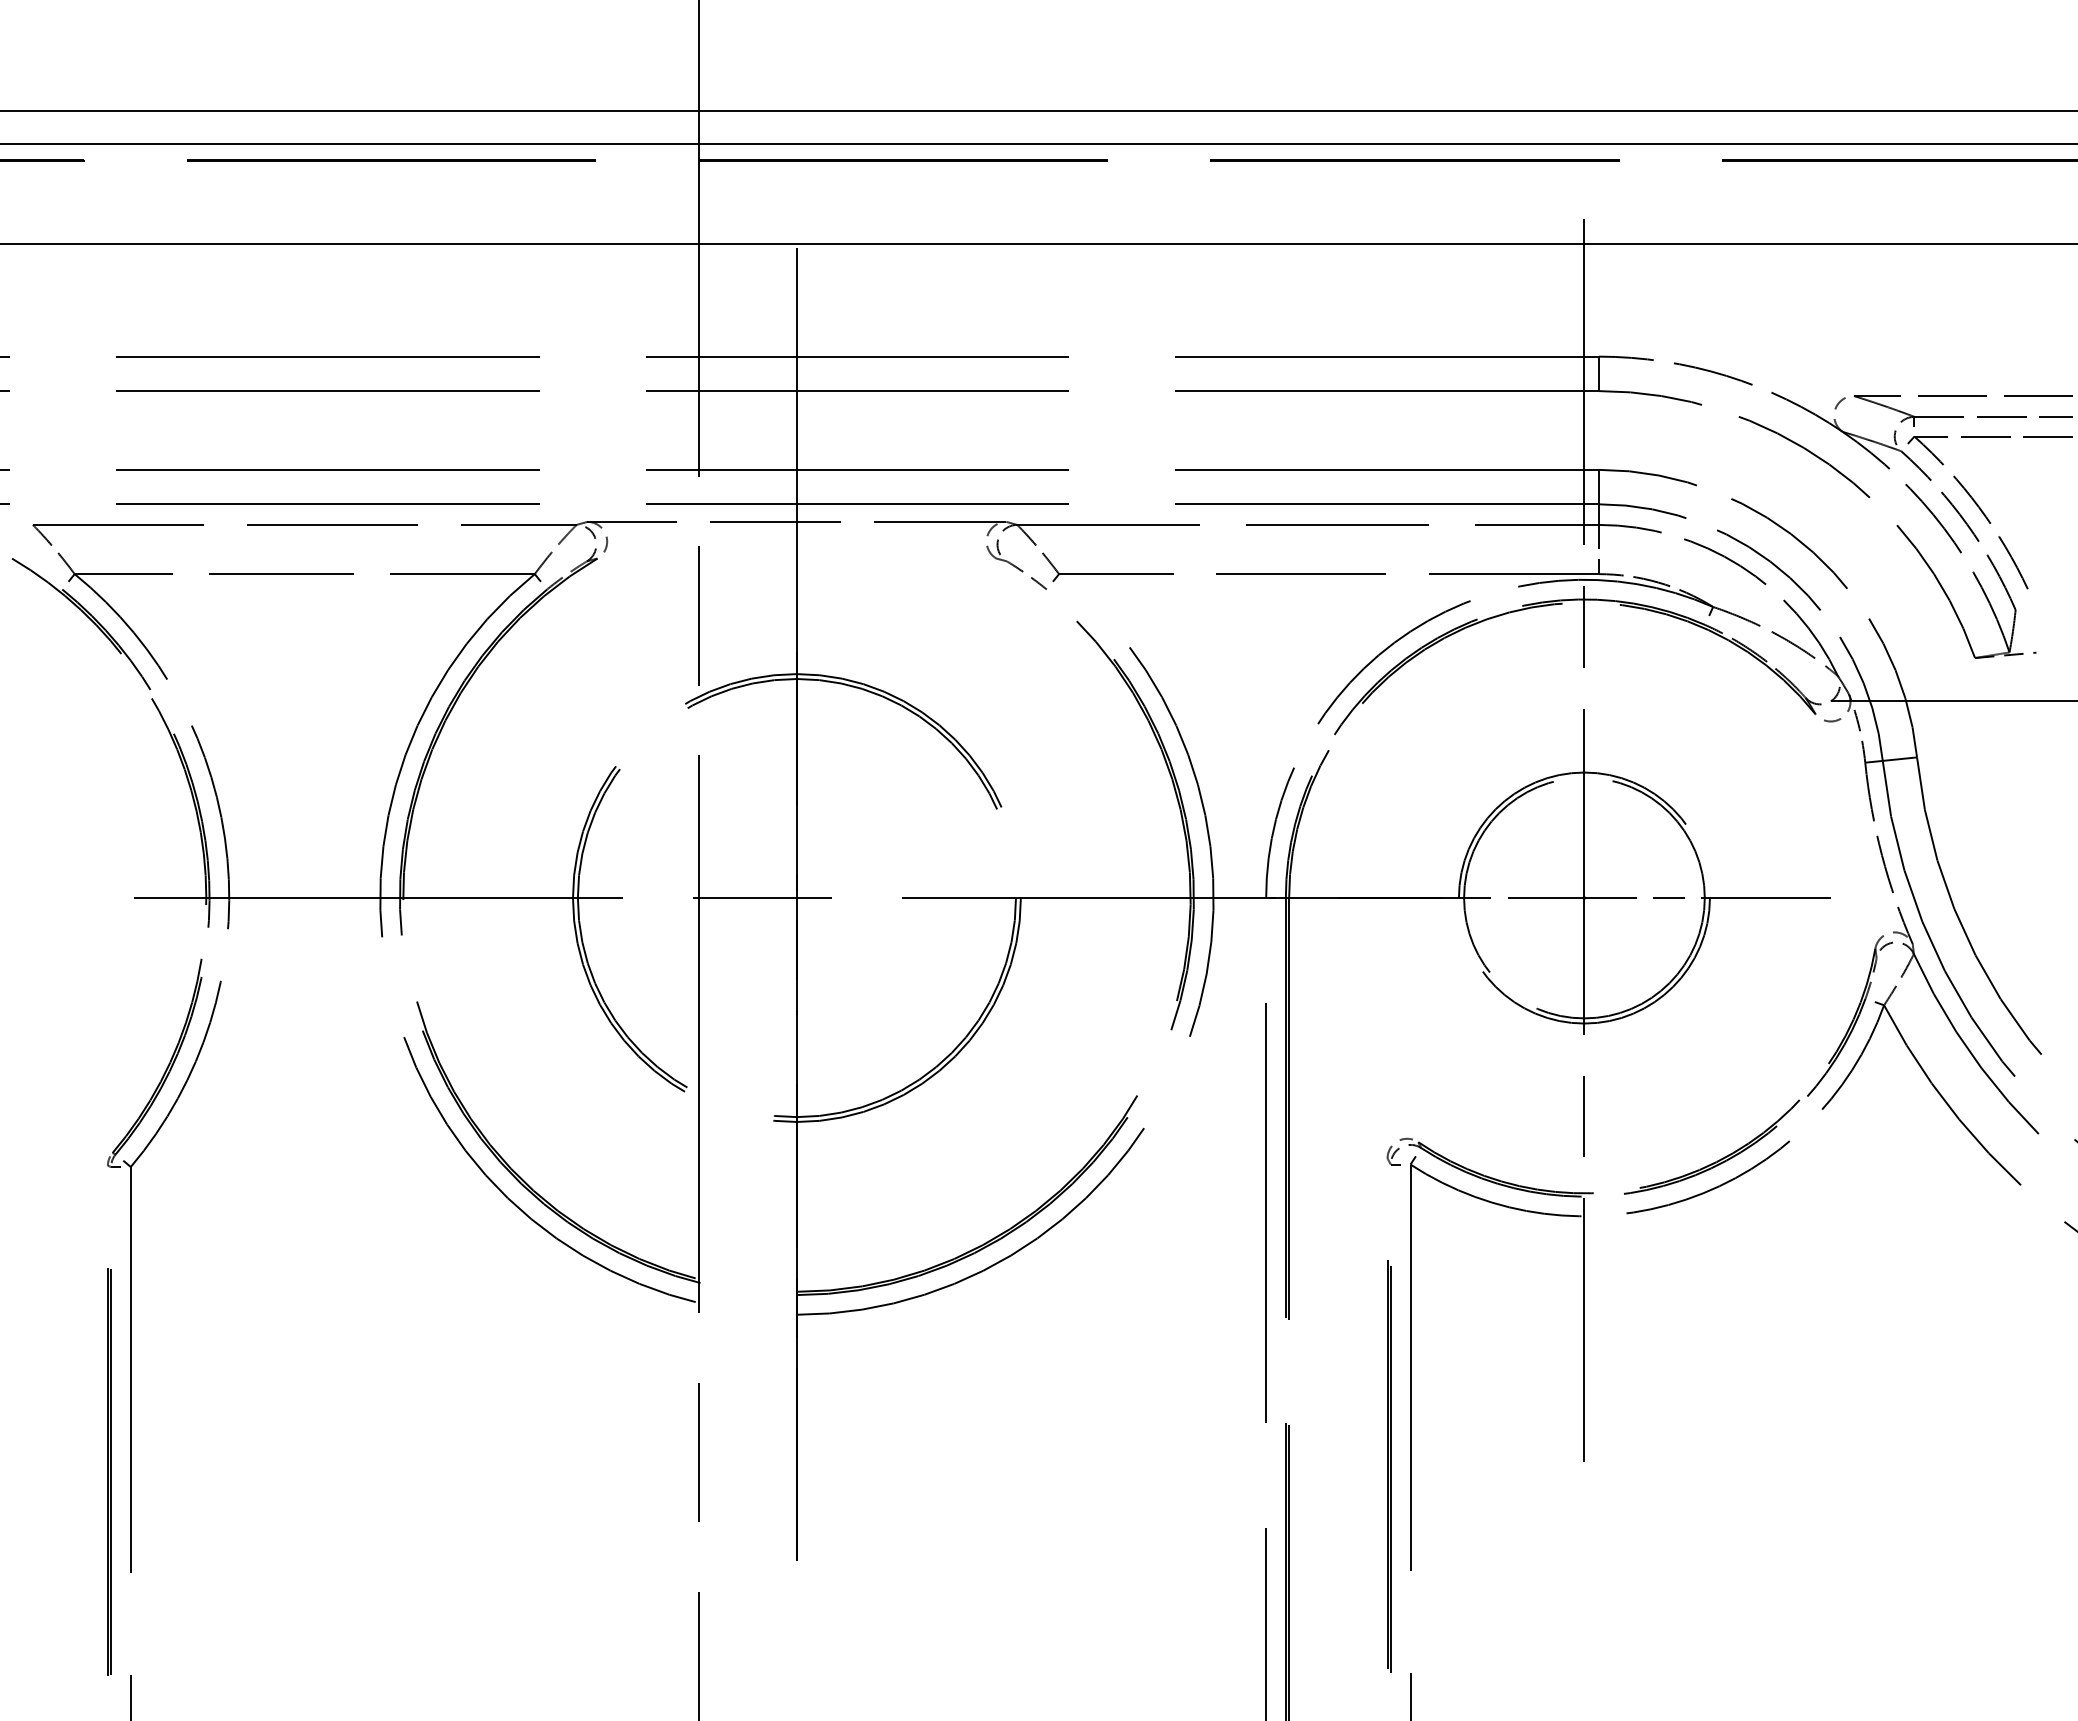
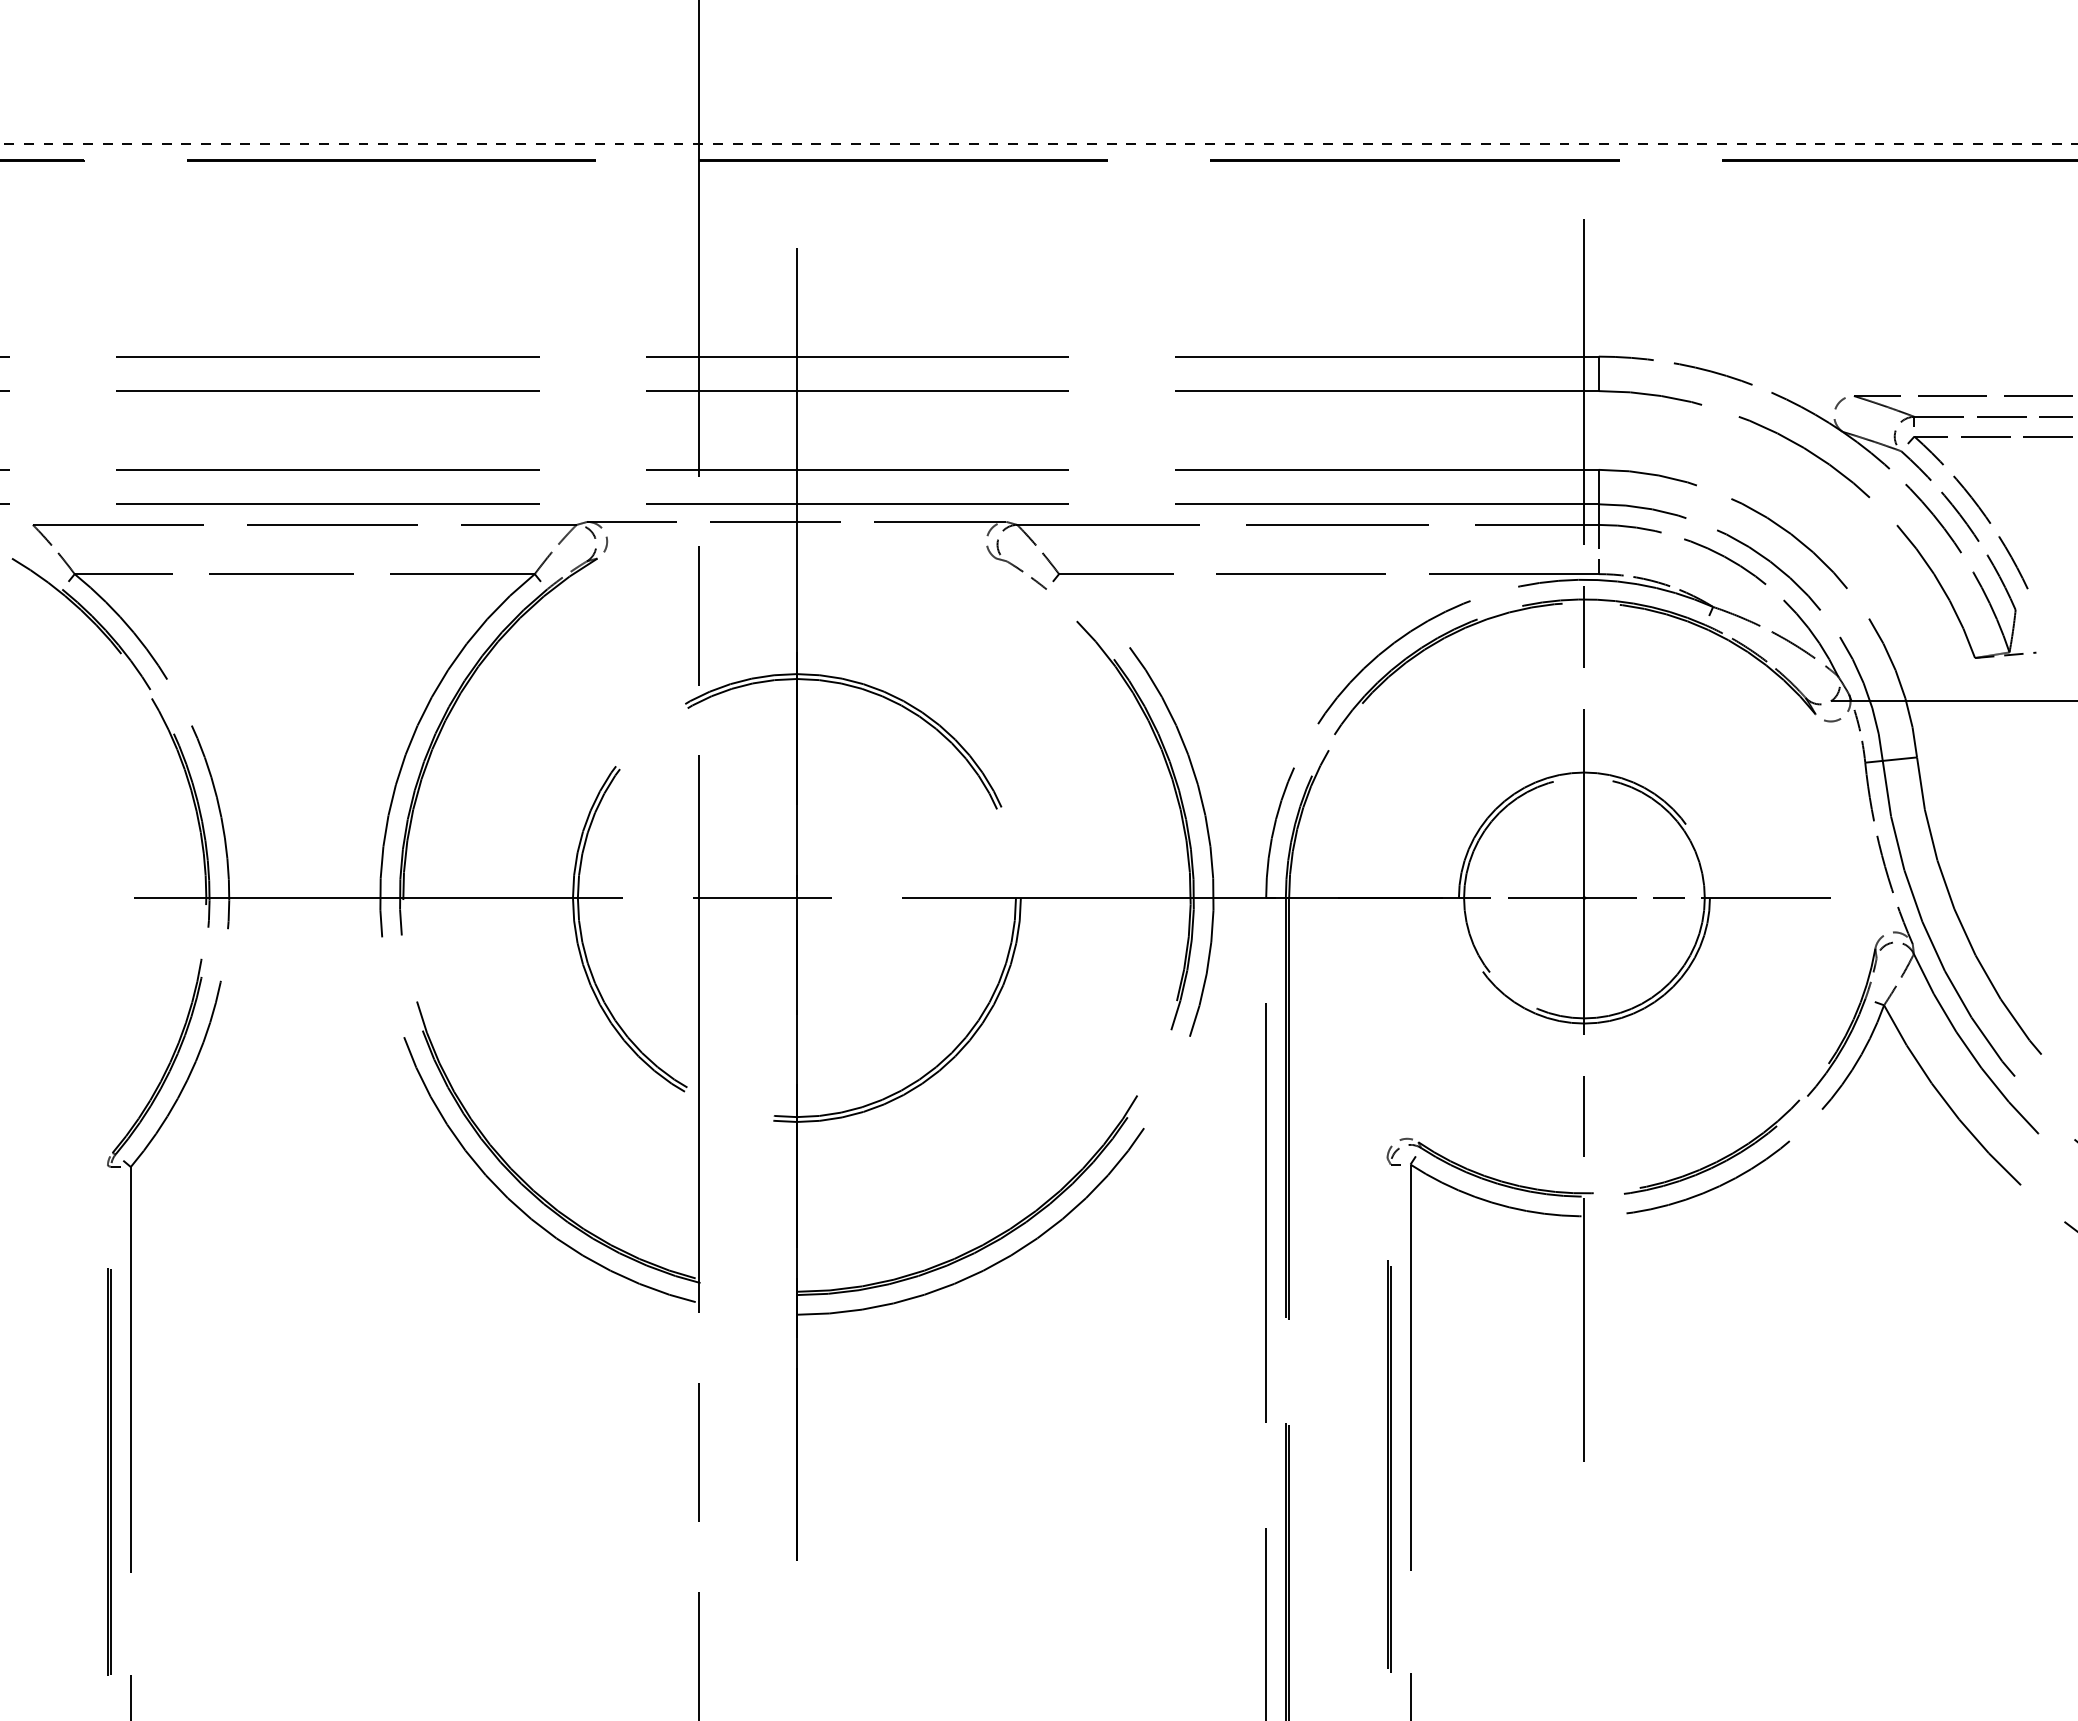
line at (1038, 110): present -> none
line at (1038, 144): solid -> dashed
line at (1038, 243): present -> none
